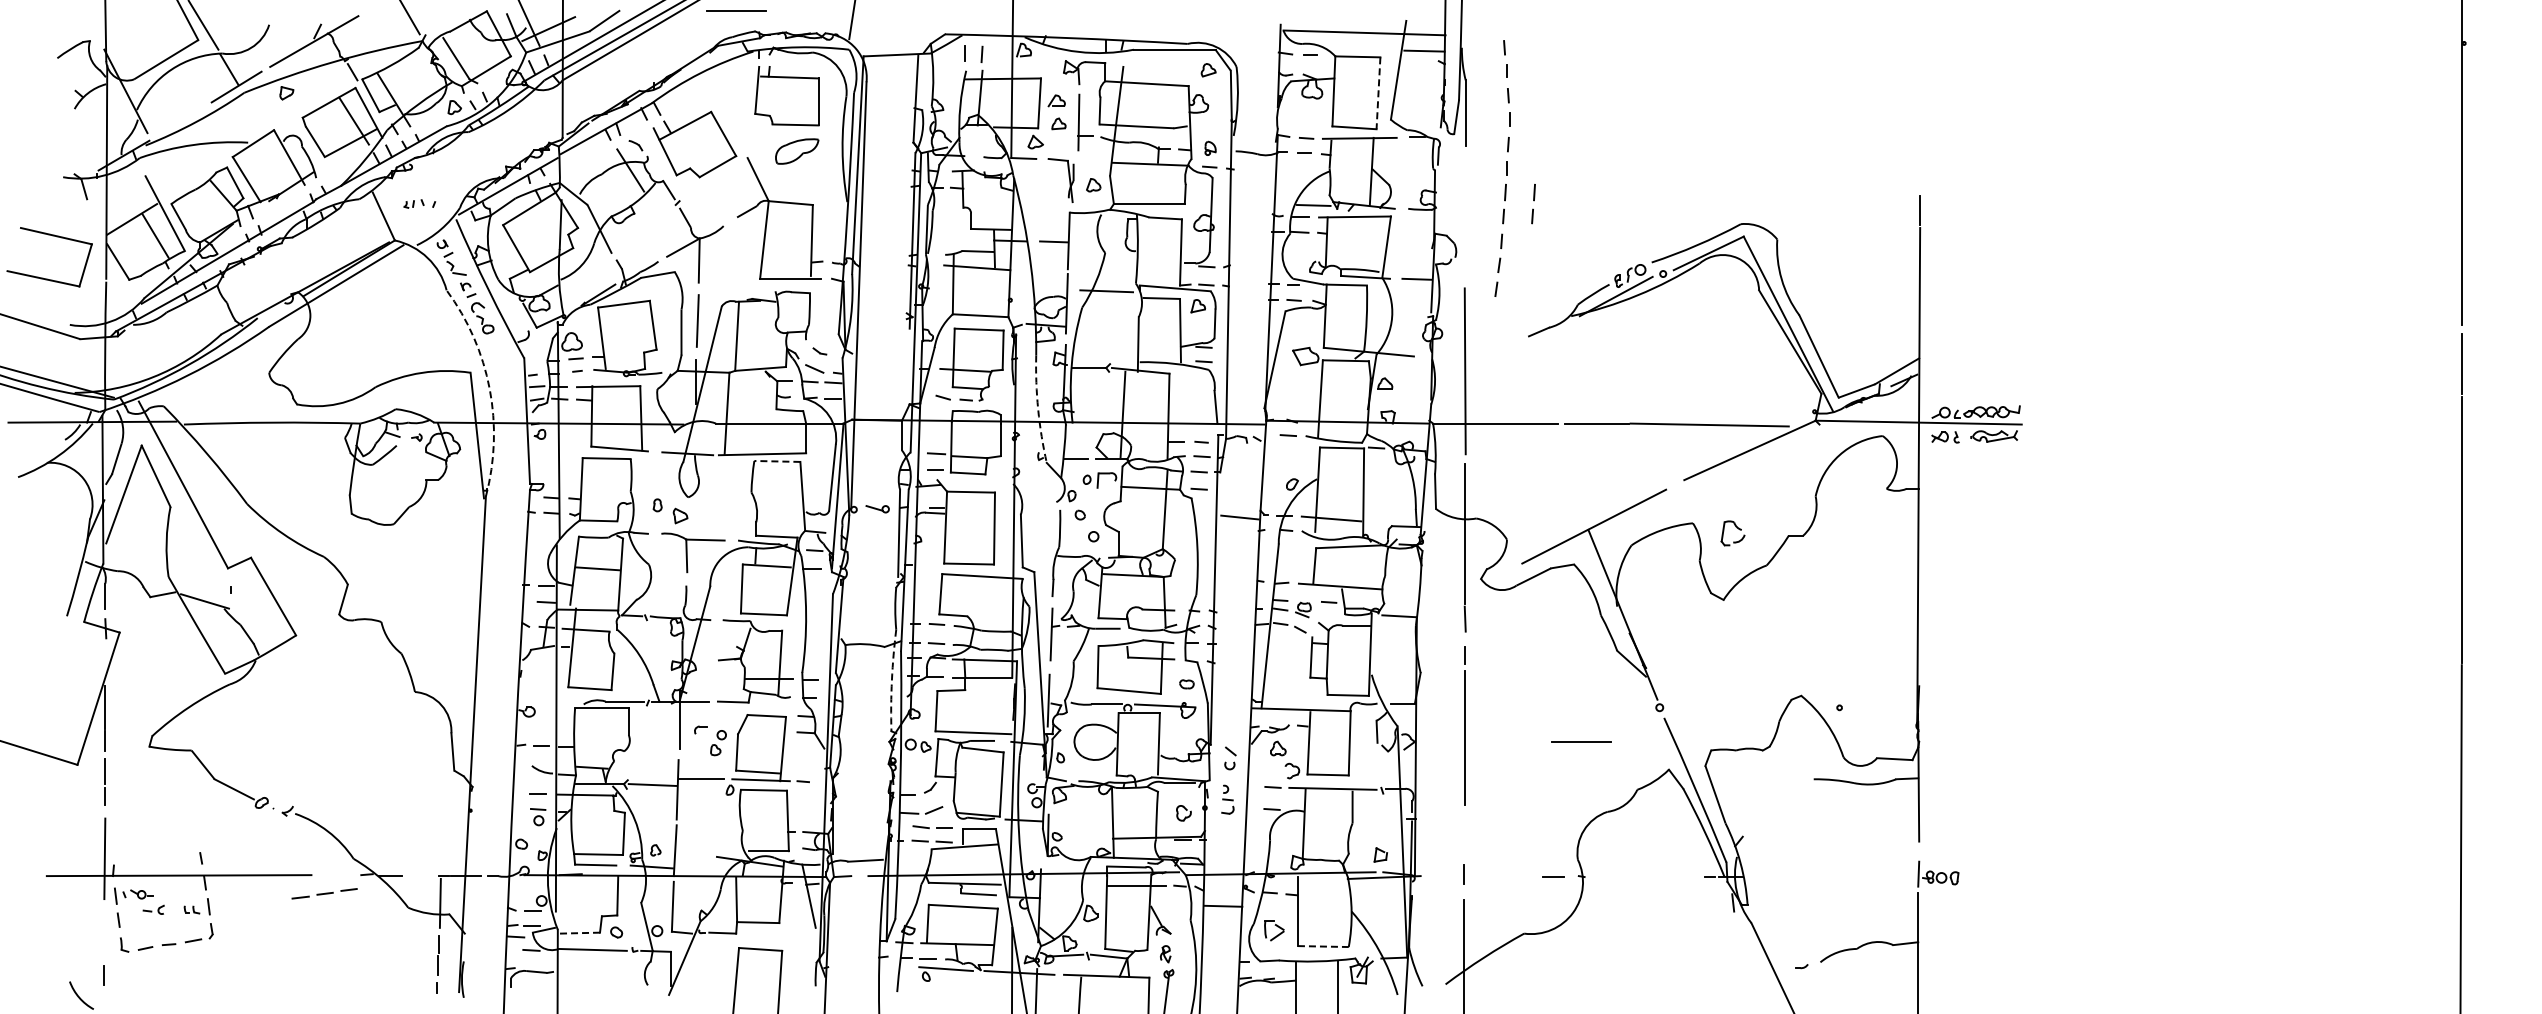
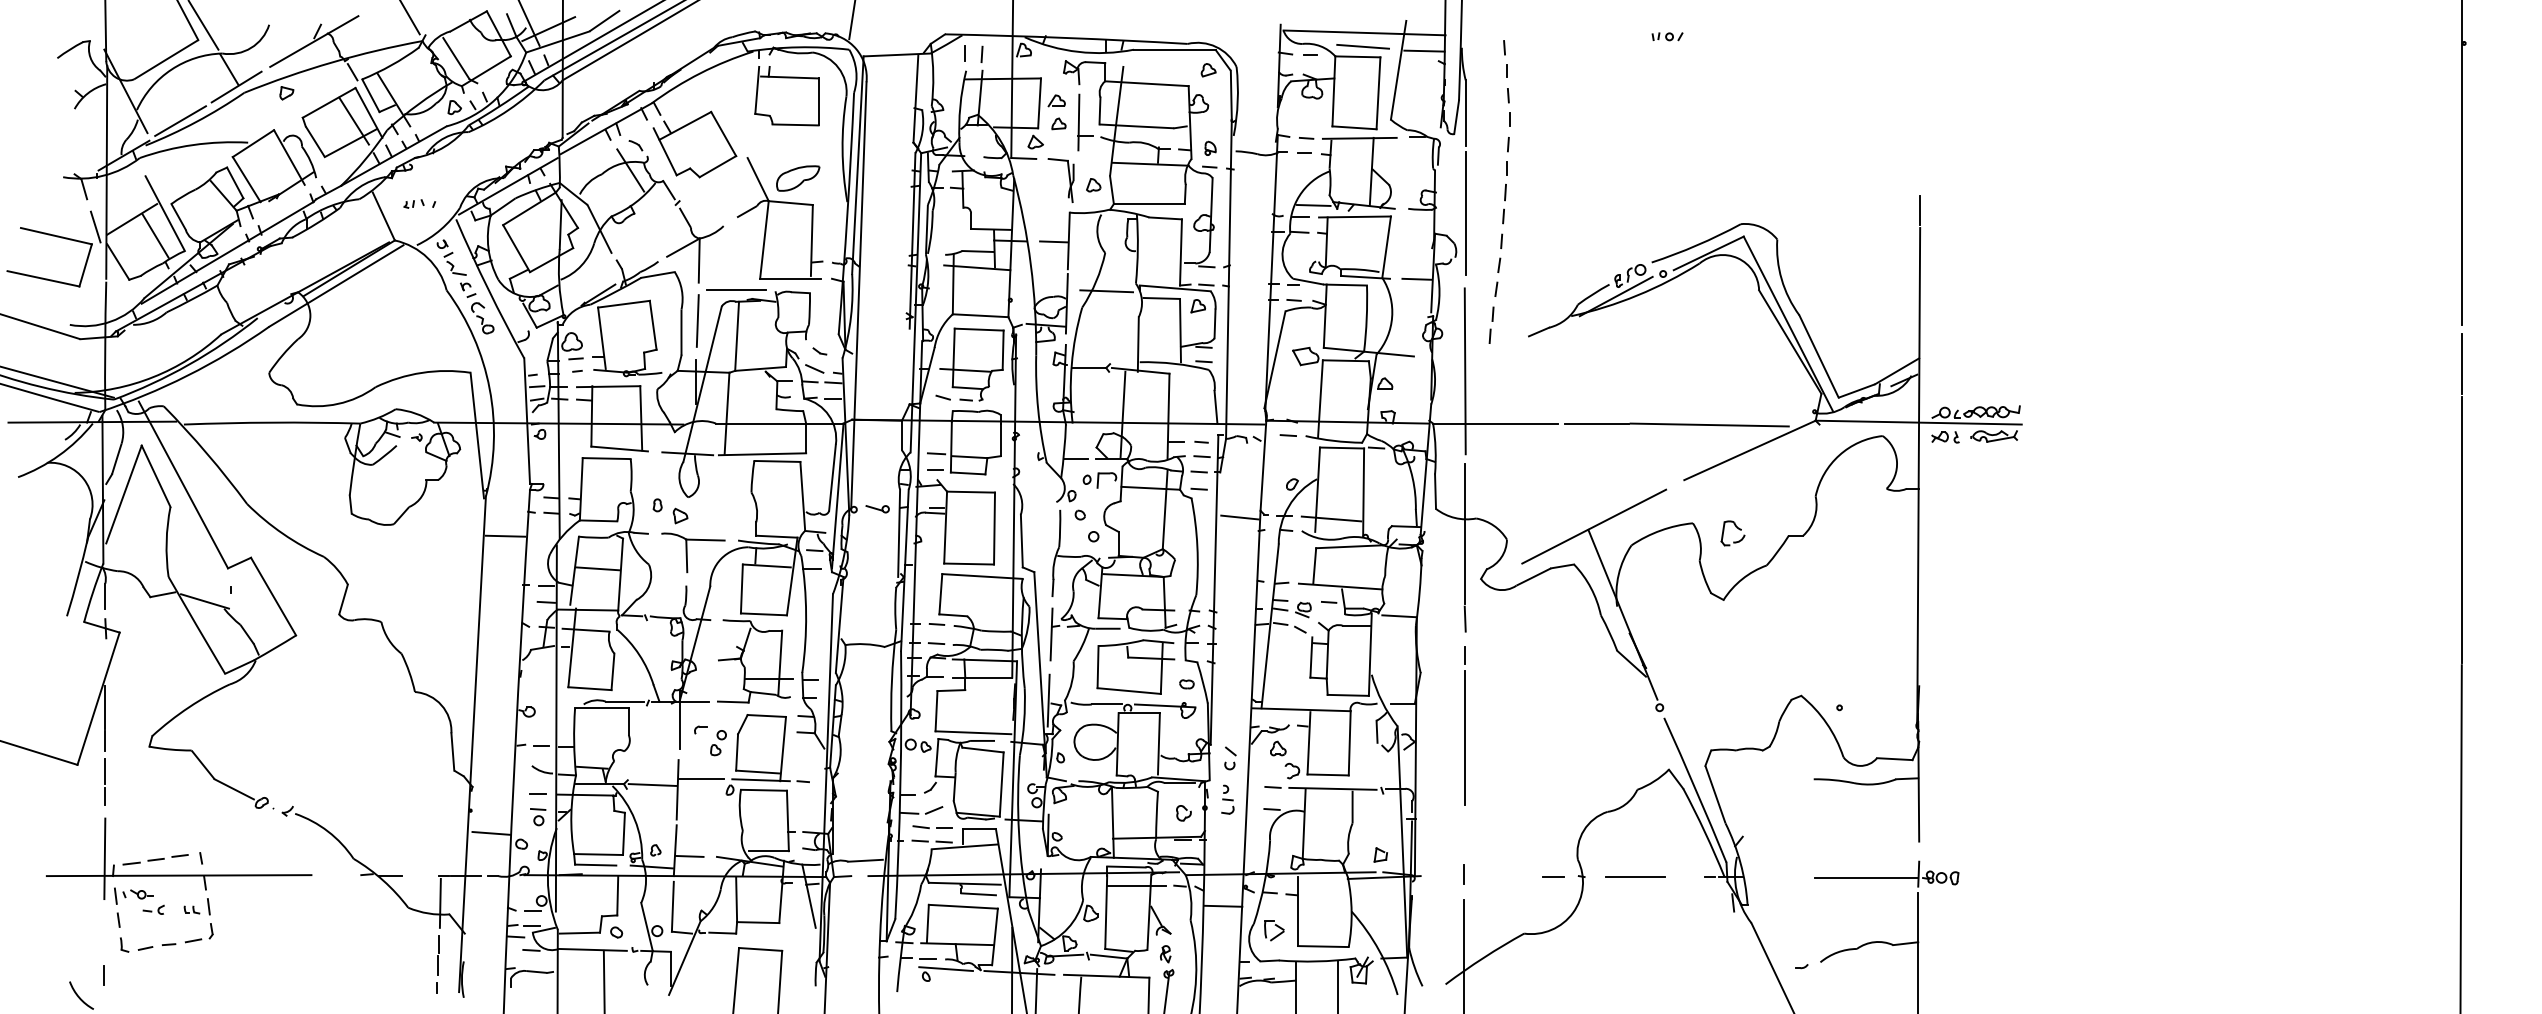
line at (736, 10) position: (736, 10) -> (736, 289)
part at (1667, 36): none -> present
line at (1363, 46): none -> present
line at (1378, 93): dashed -> solid
line at (180, 120): none -> present
part at (797, 151) position: (797, 151) -> (798, 178)
part at (1533, 204): present -> none
line at (1465, 213): none -> present
line at (95, 226): none -> present
part at (1491, 324): none -> present
arc at (489, 388): dashed -> solid
arc at (1038, 409): dashed -> solid
line at (776, 461): dashed -> solid
line at (505, 535): none -> present
arc at (891, 680): dashed -> solid
line at (1581, 741) position: (1581, 741) -> (1635, 876)
line at (491, 833): none -> present
line at (689, 855): none -> present
line at (1866, 878): none -> present
part at (324, 893) position: (324, 893) -> (155, 859)
line at (579, 933): dashed -> solid
line at (1323, 946): dashed -> solid
line at (603, 980): none -> present
